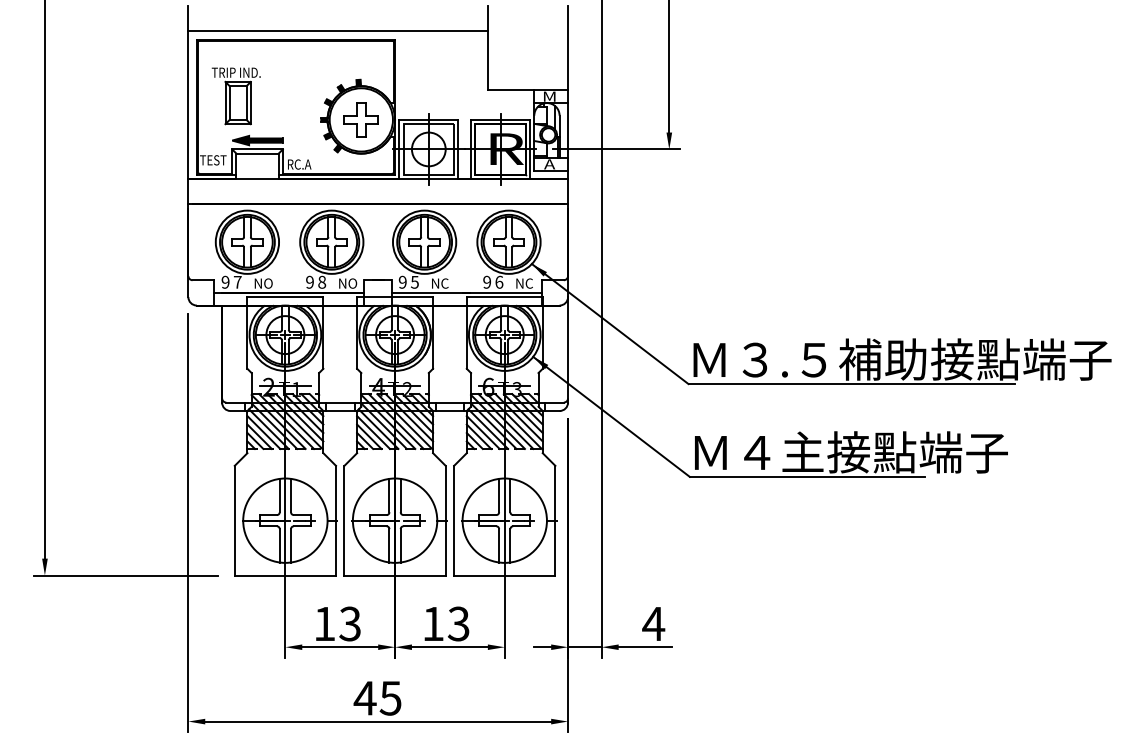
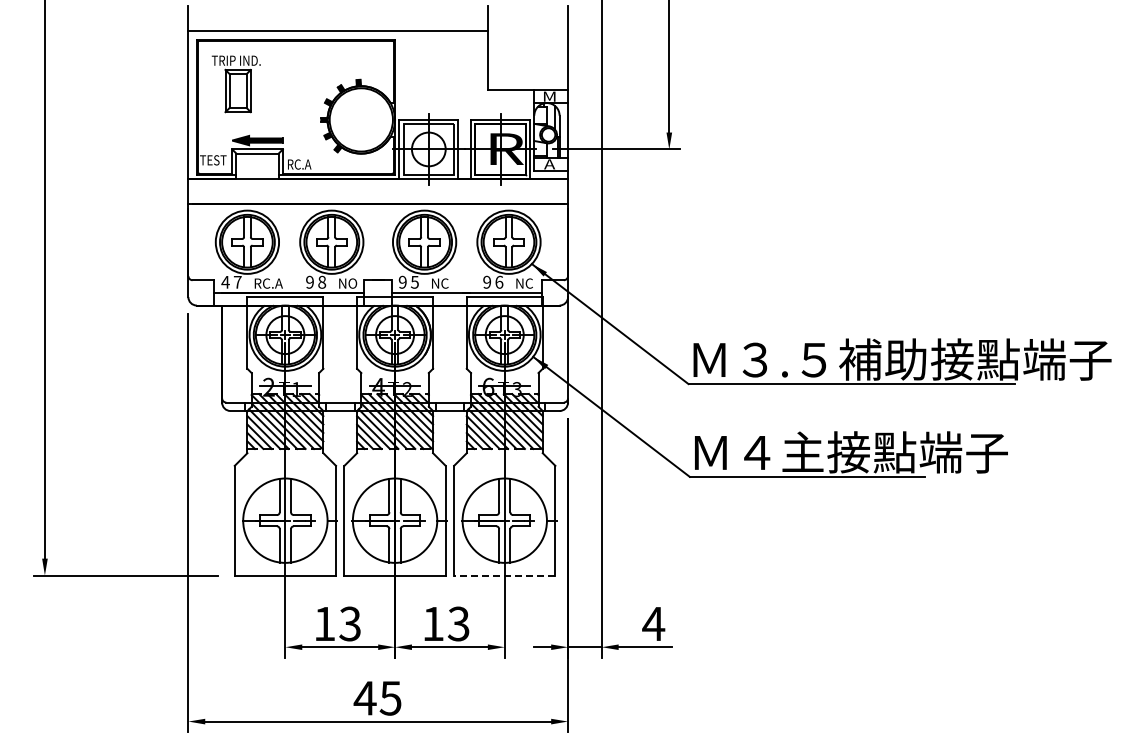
part at (235, 96) position: (235, 96) -> (235, 84)
part at (360, 119): present -> none
text at (225, 281): 9 -> 4
text at (268, 283): NO -> RC.A
line at (504, 575): solid -> dashed
